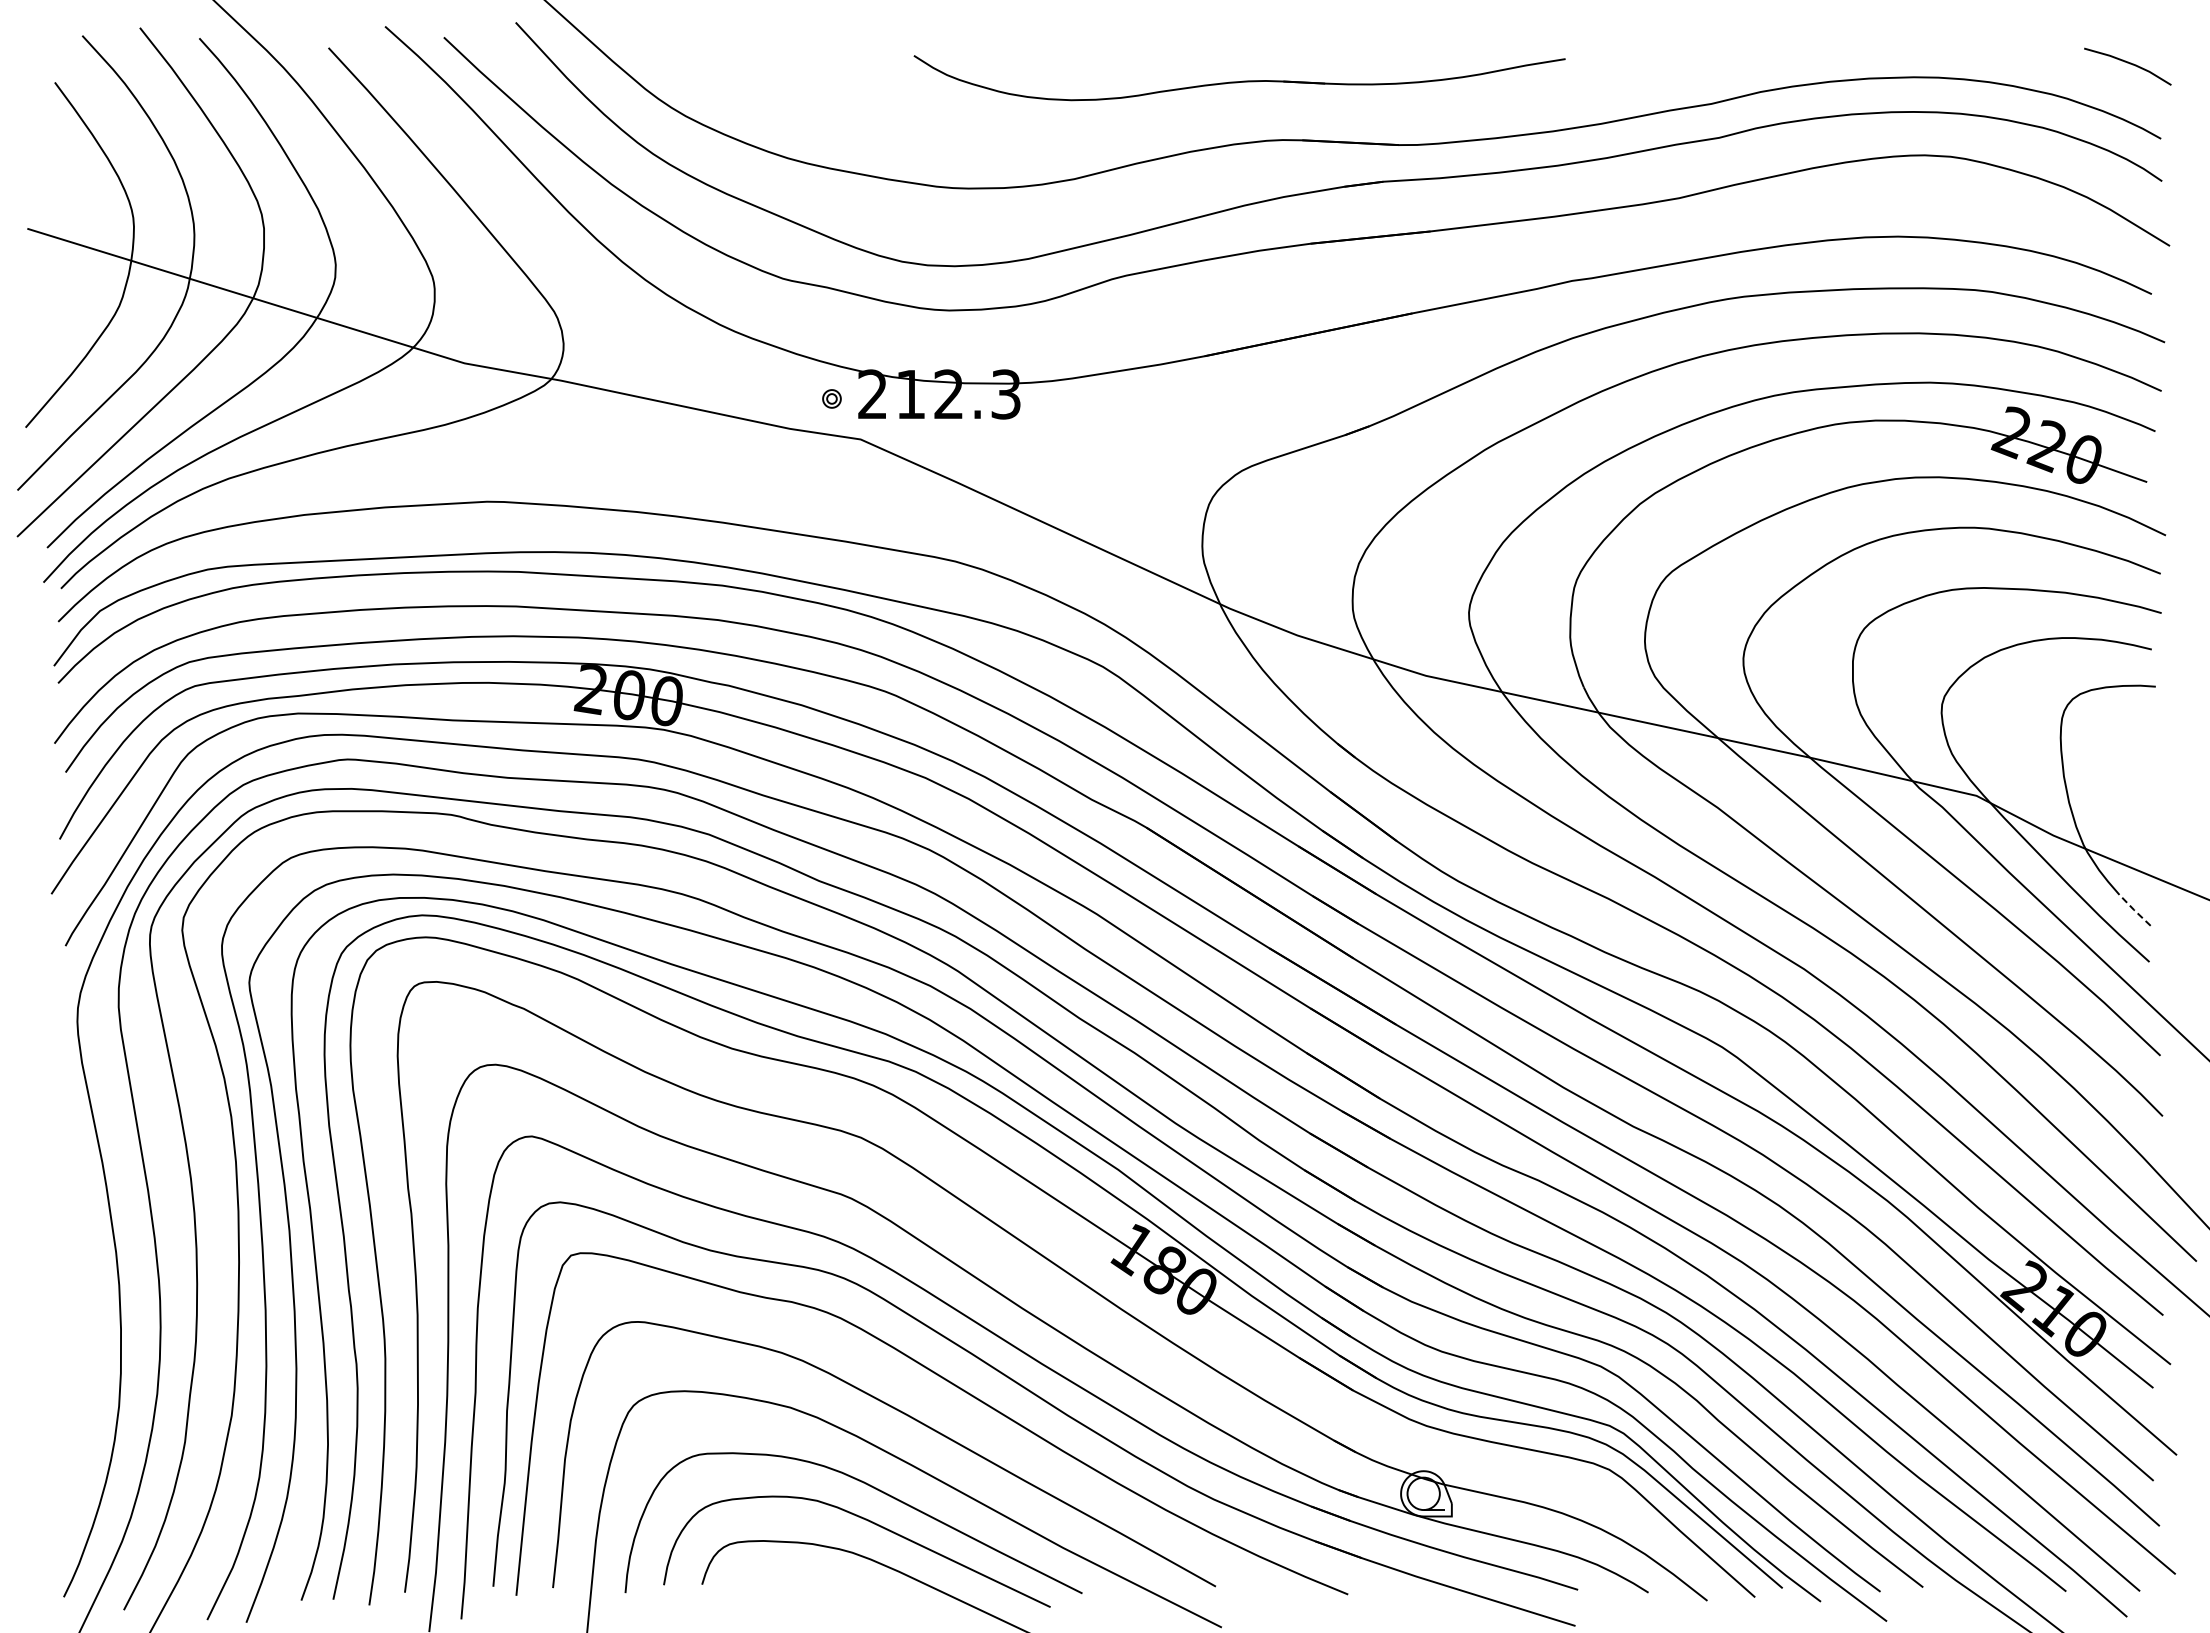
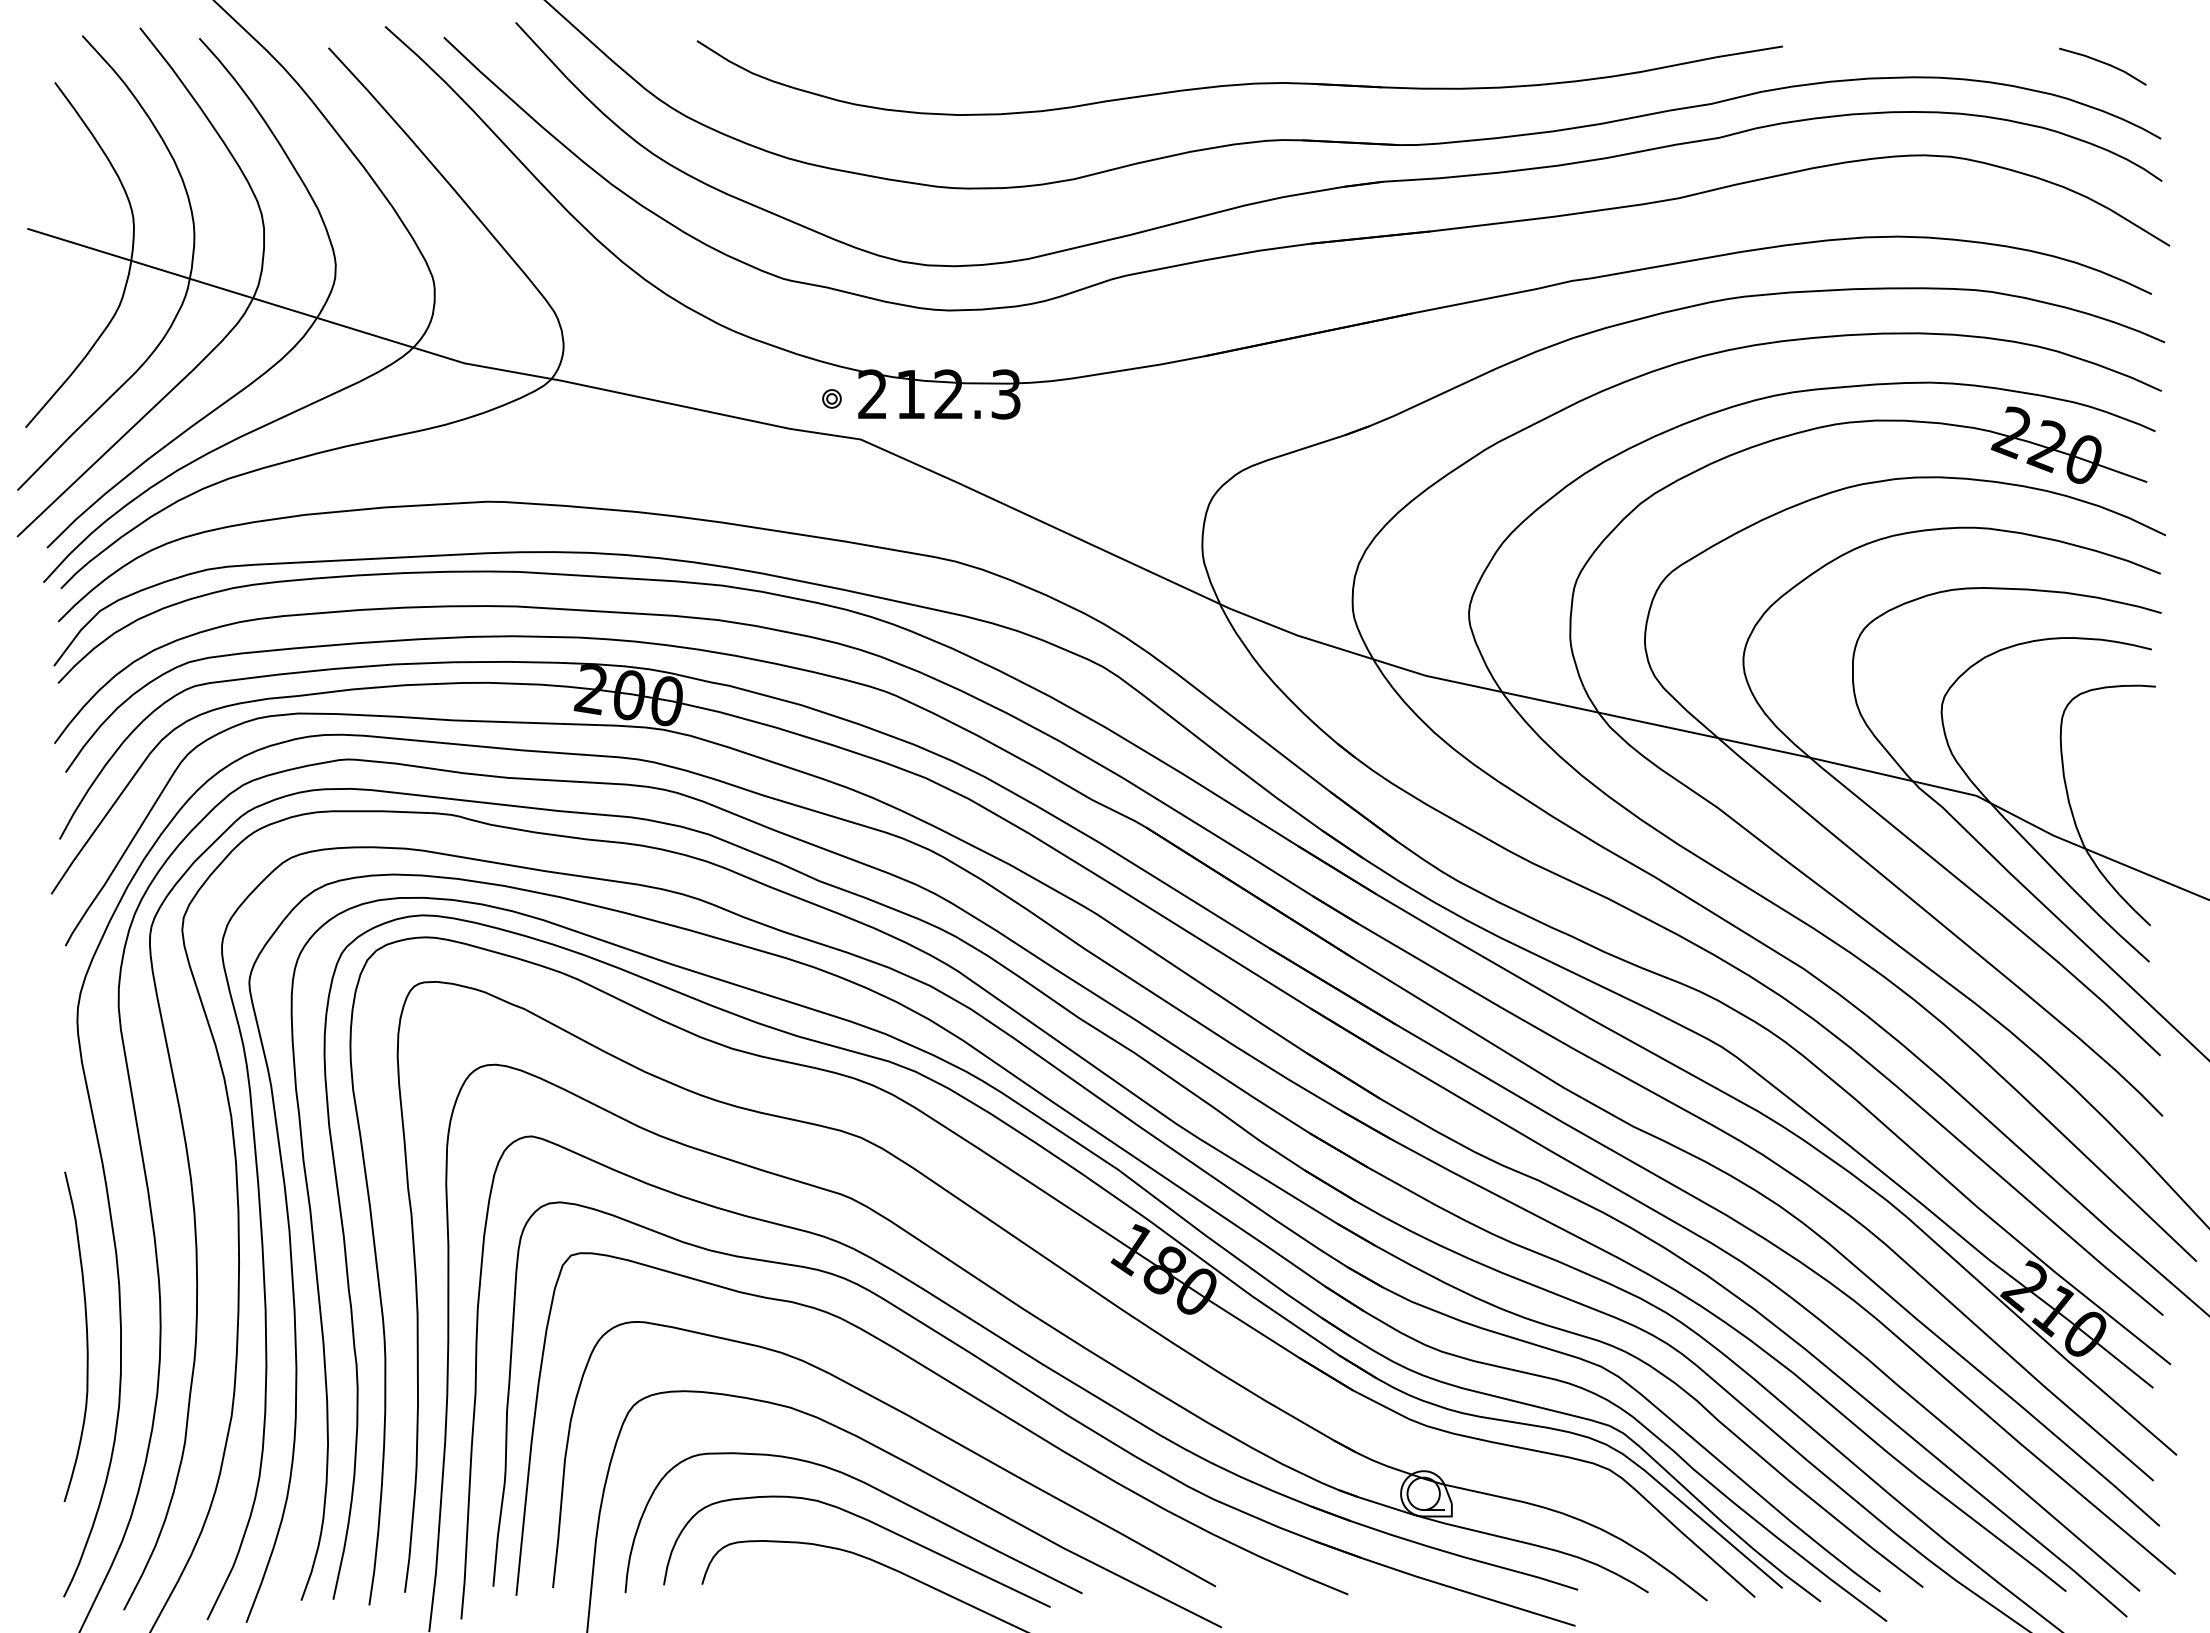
line at (2129, 64) position: (2129, 64) -> (2104, 64)
part at (1239, 78) size: 653x47 px -> 1087x76 px
line at (2134, 910): dashed -> solid
curve at (86, 1336): none -> present
